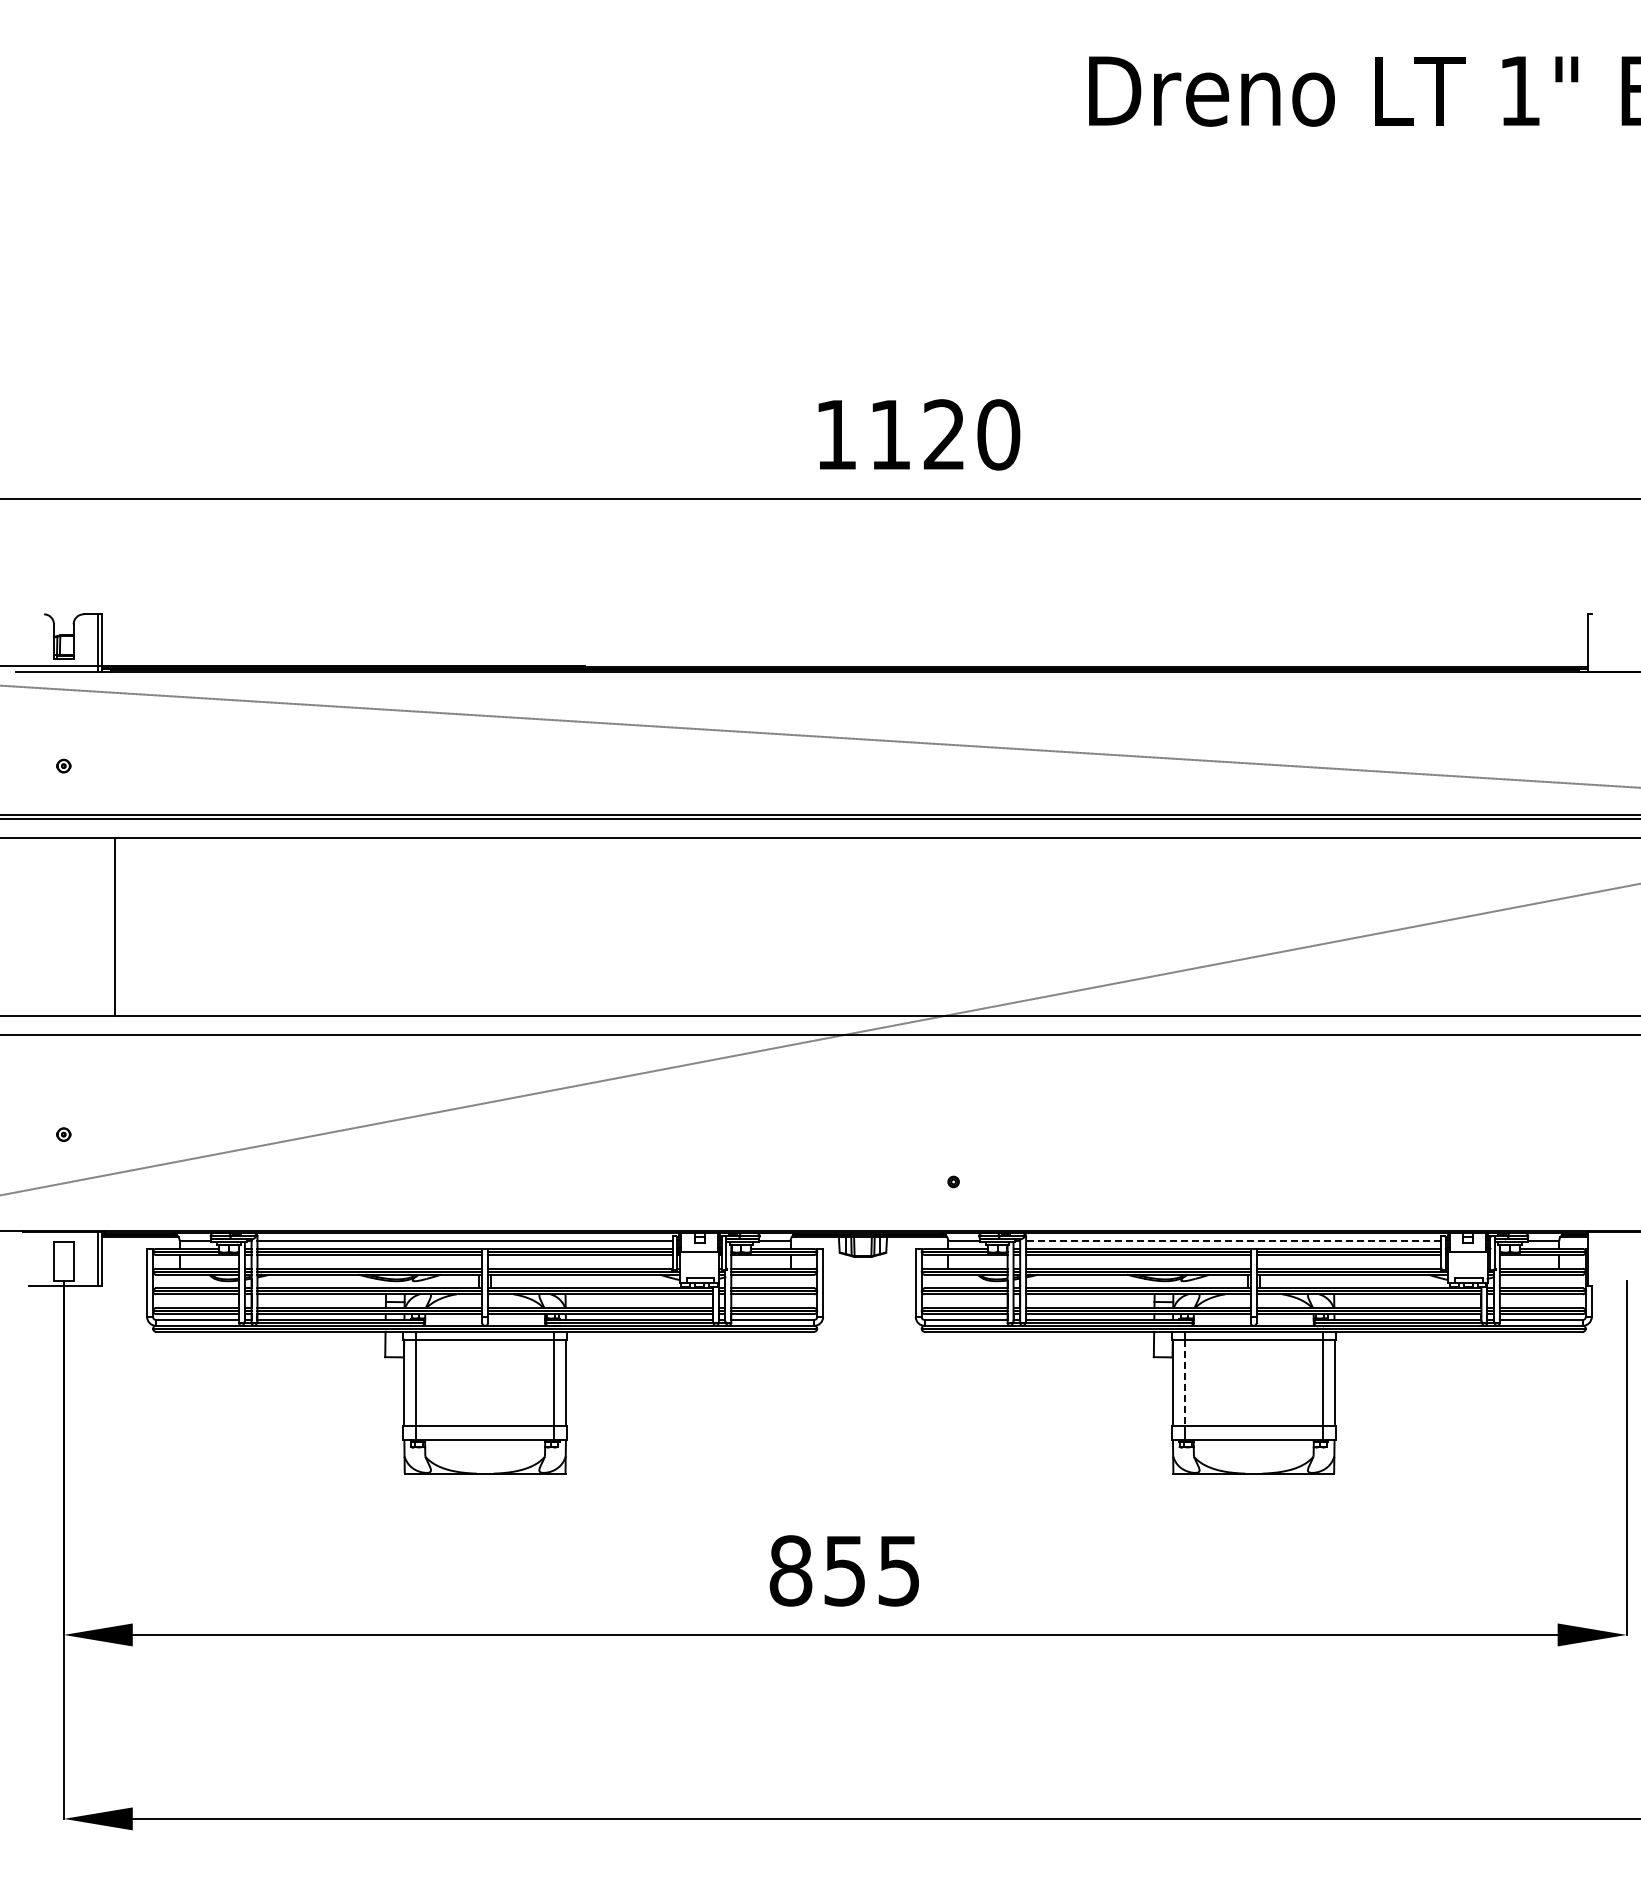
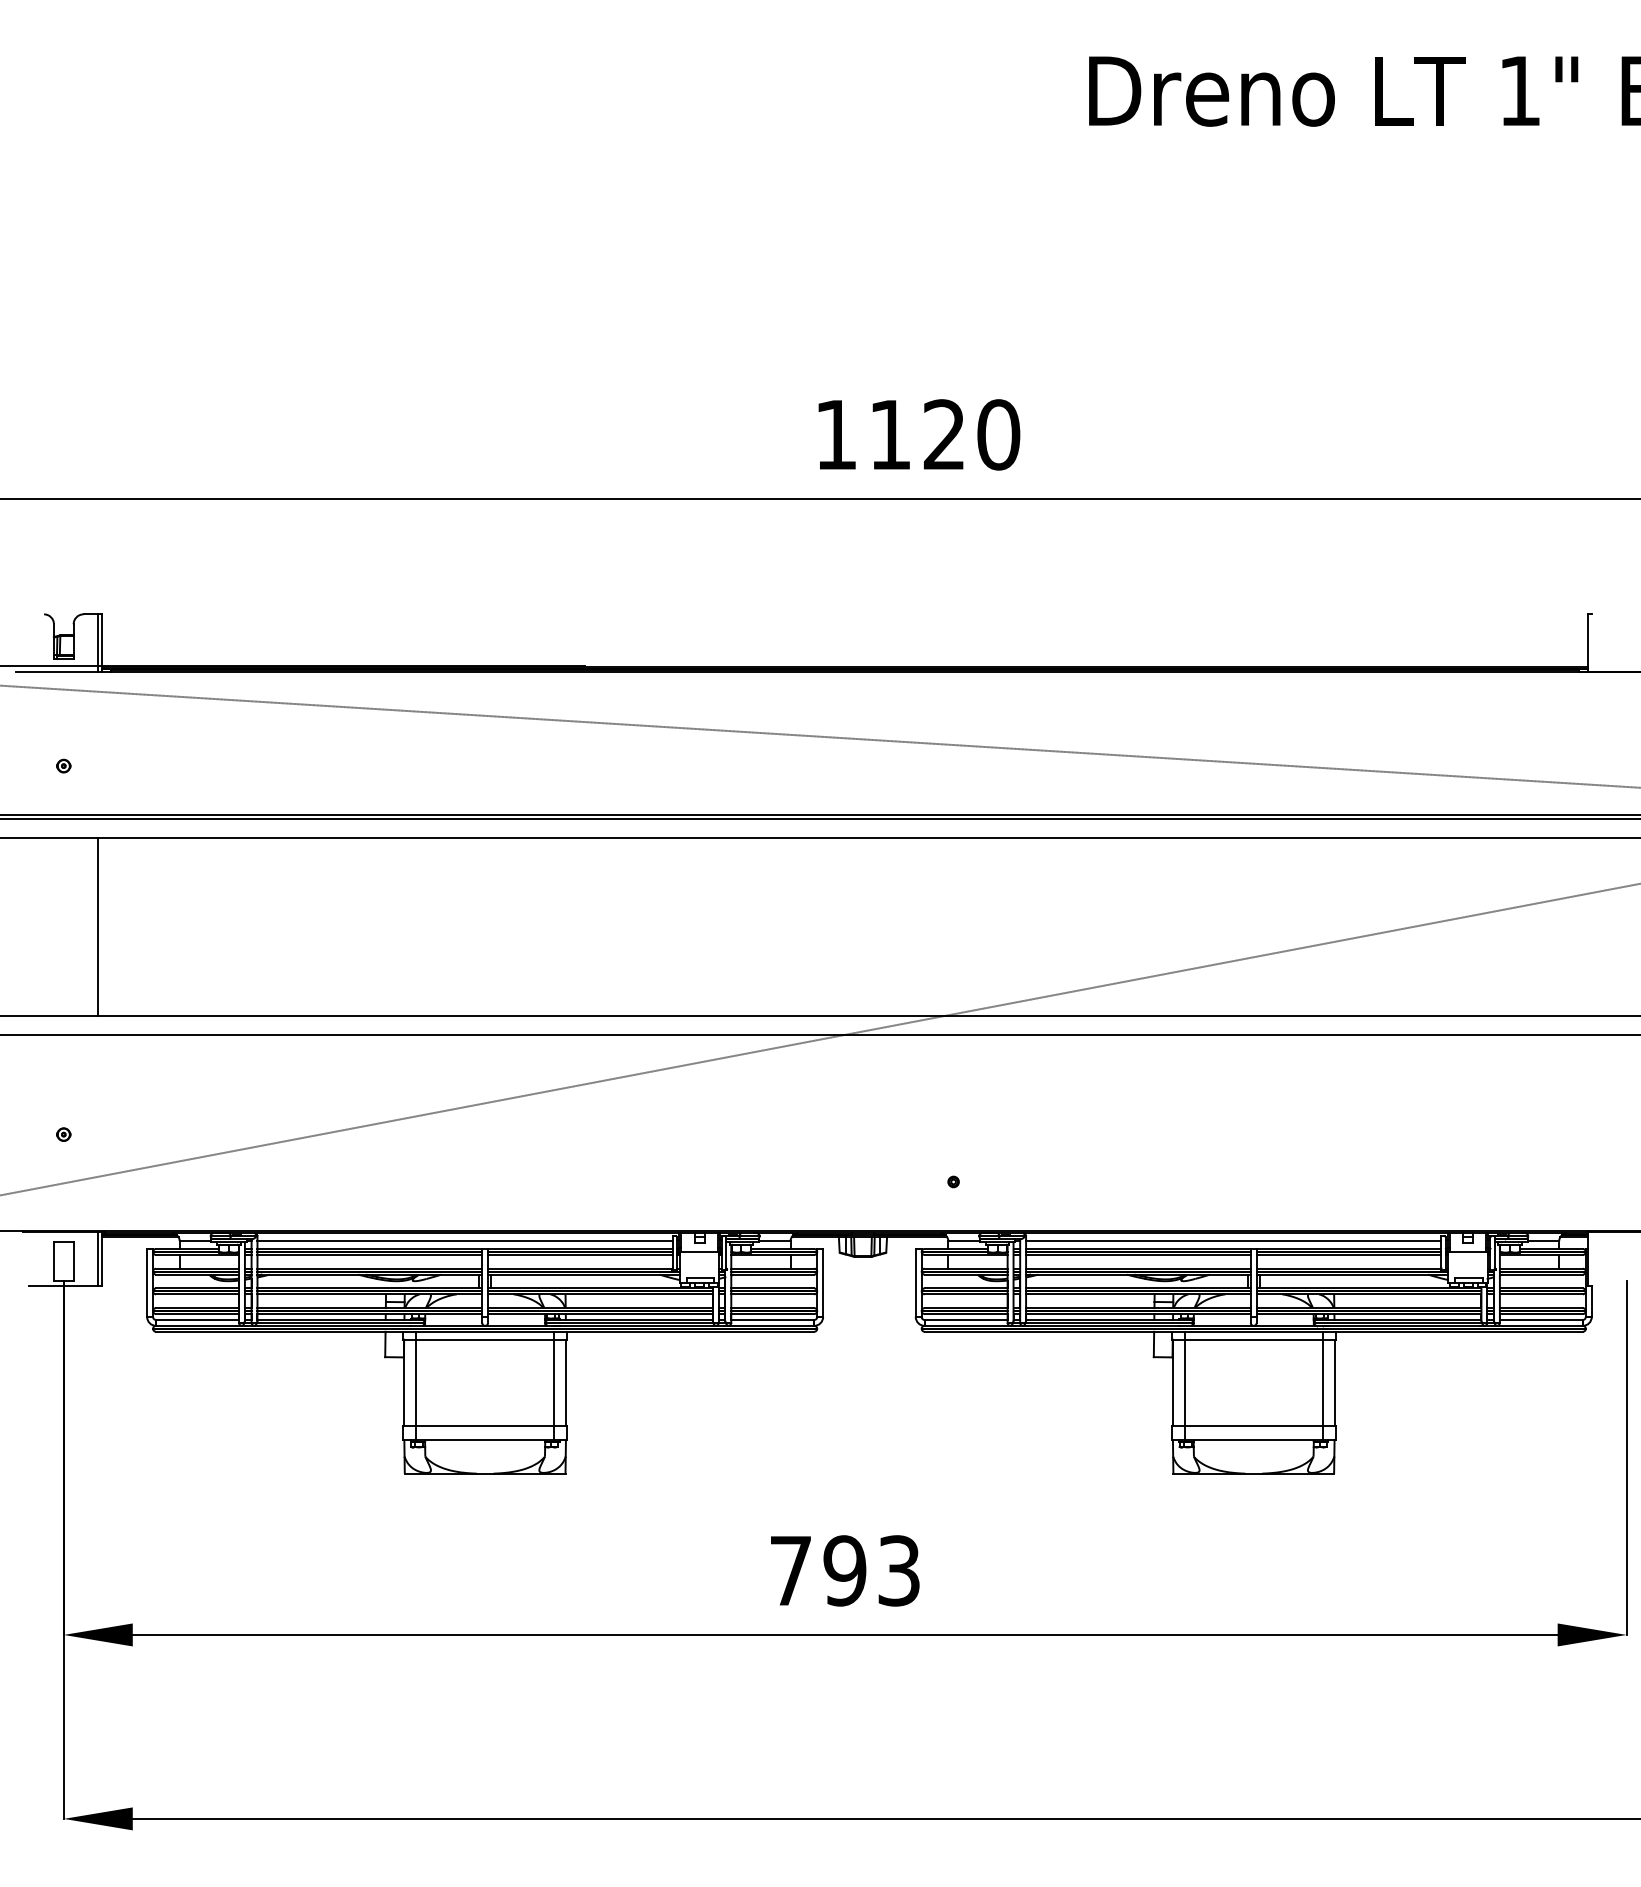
line at (115, 926) position: (115, 926) -> (98, 926)
line at (1233, 1241): dashed -> solid
line at (1184, 1383): dashed -> solid
text at (844, 1570): 855 -> 793
